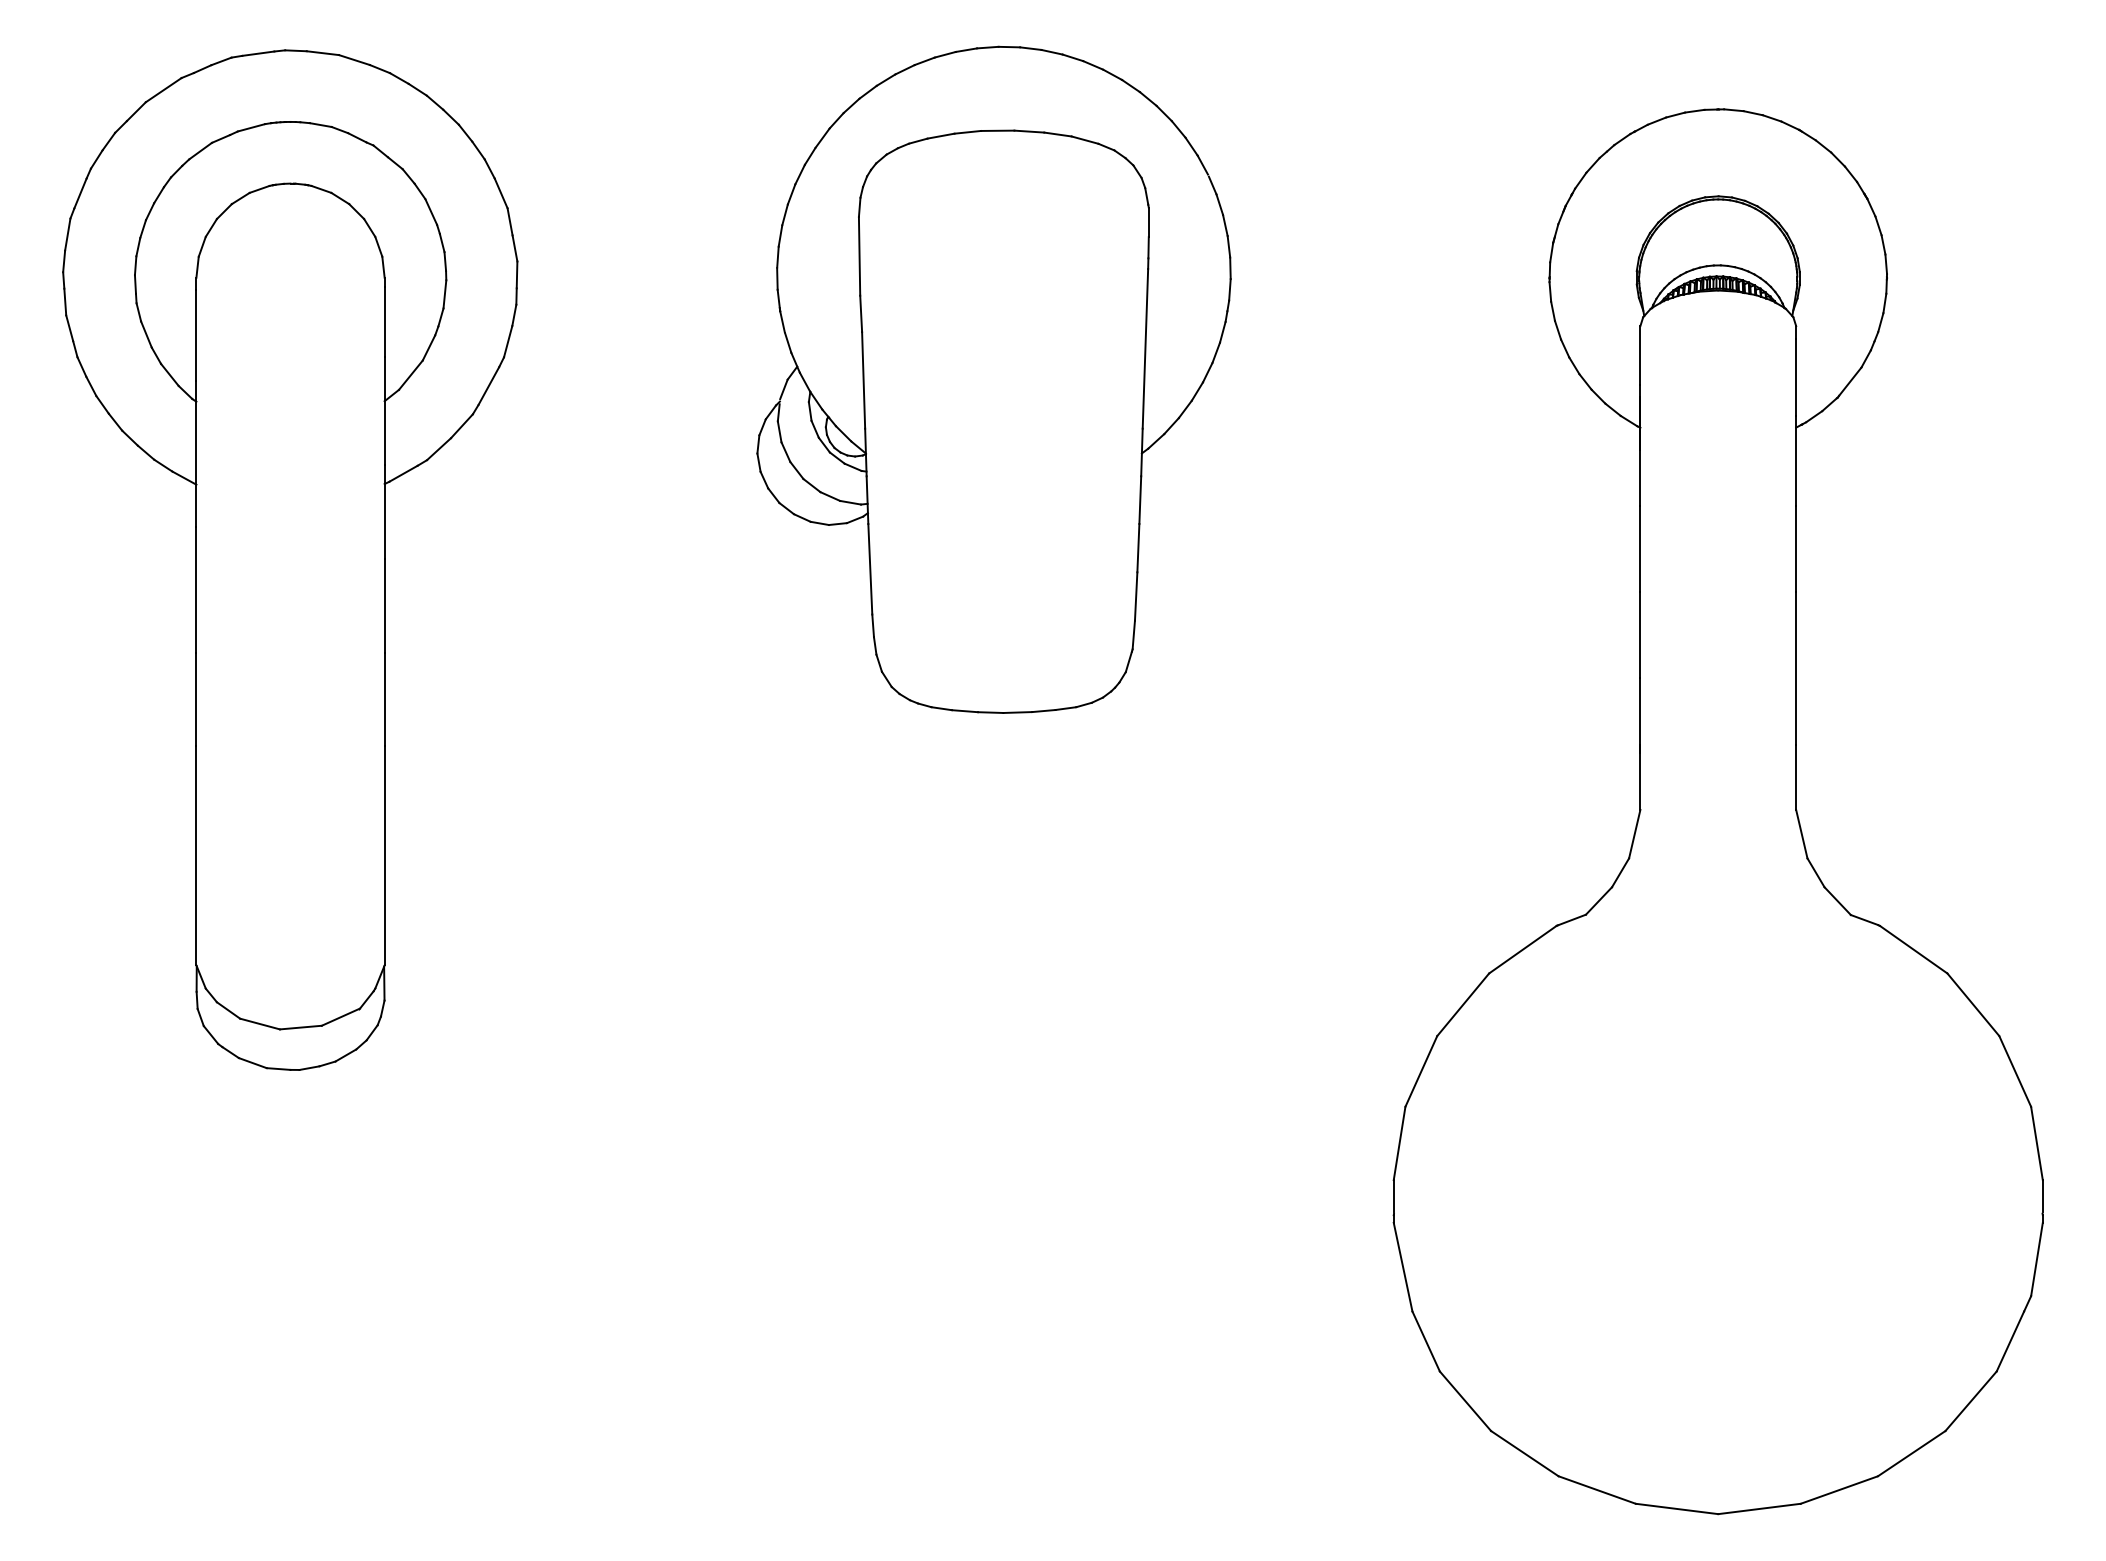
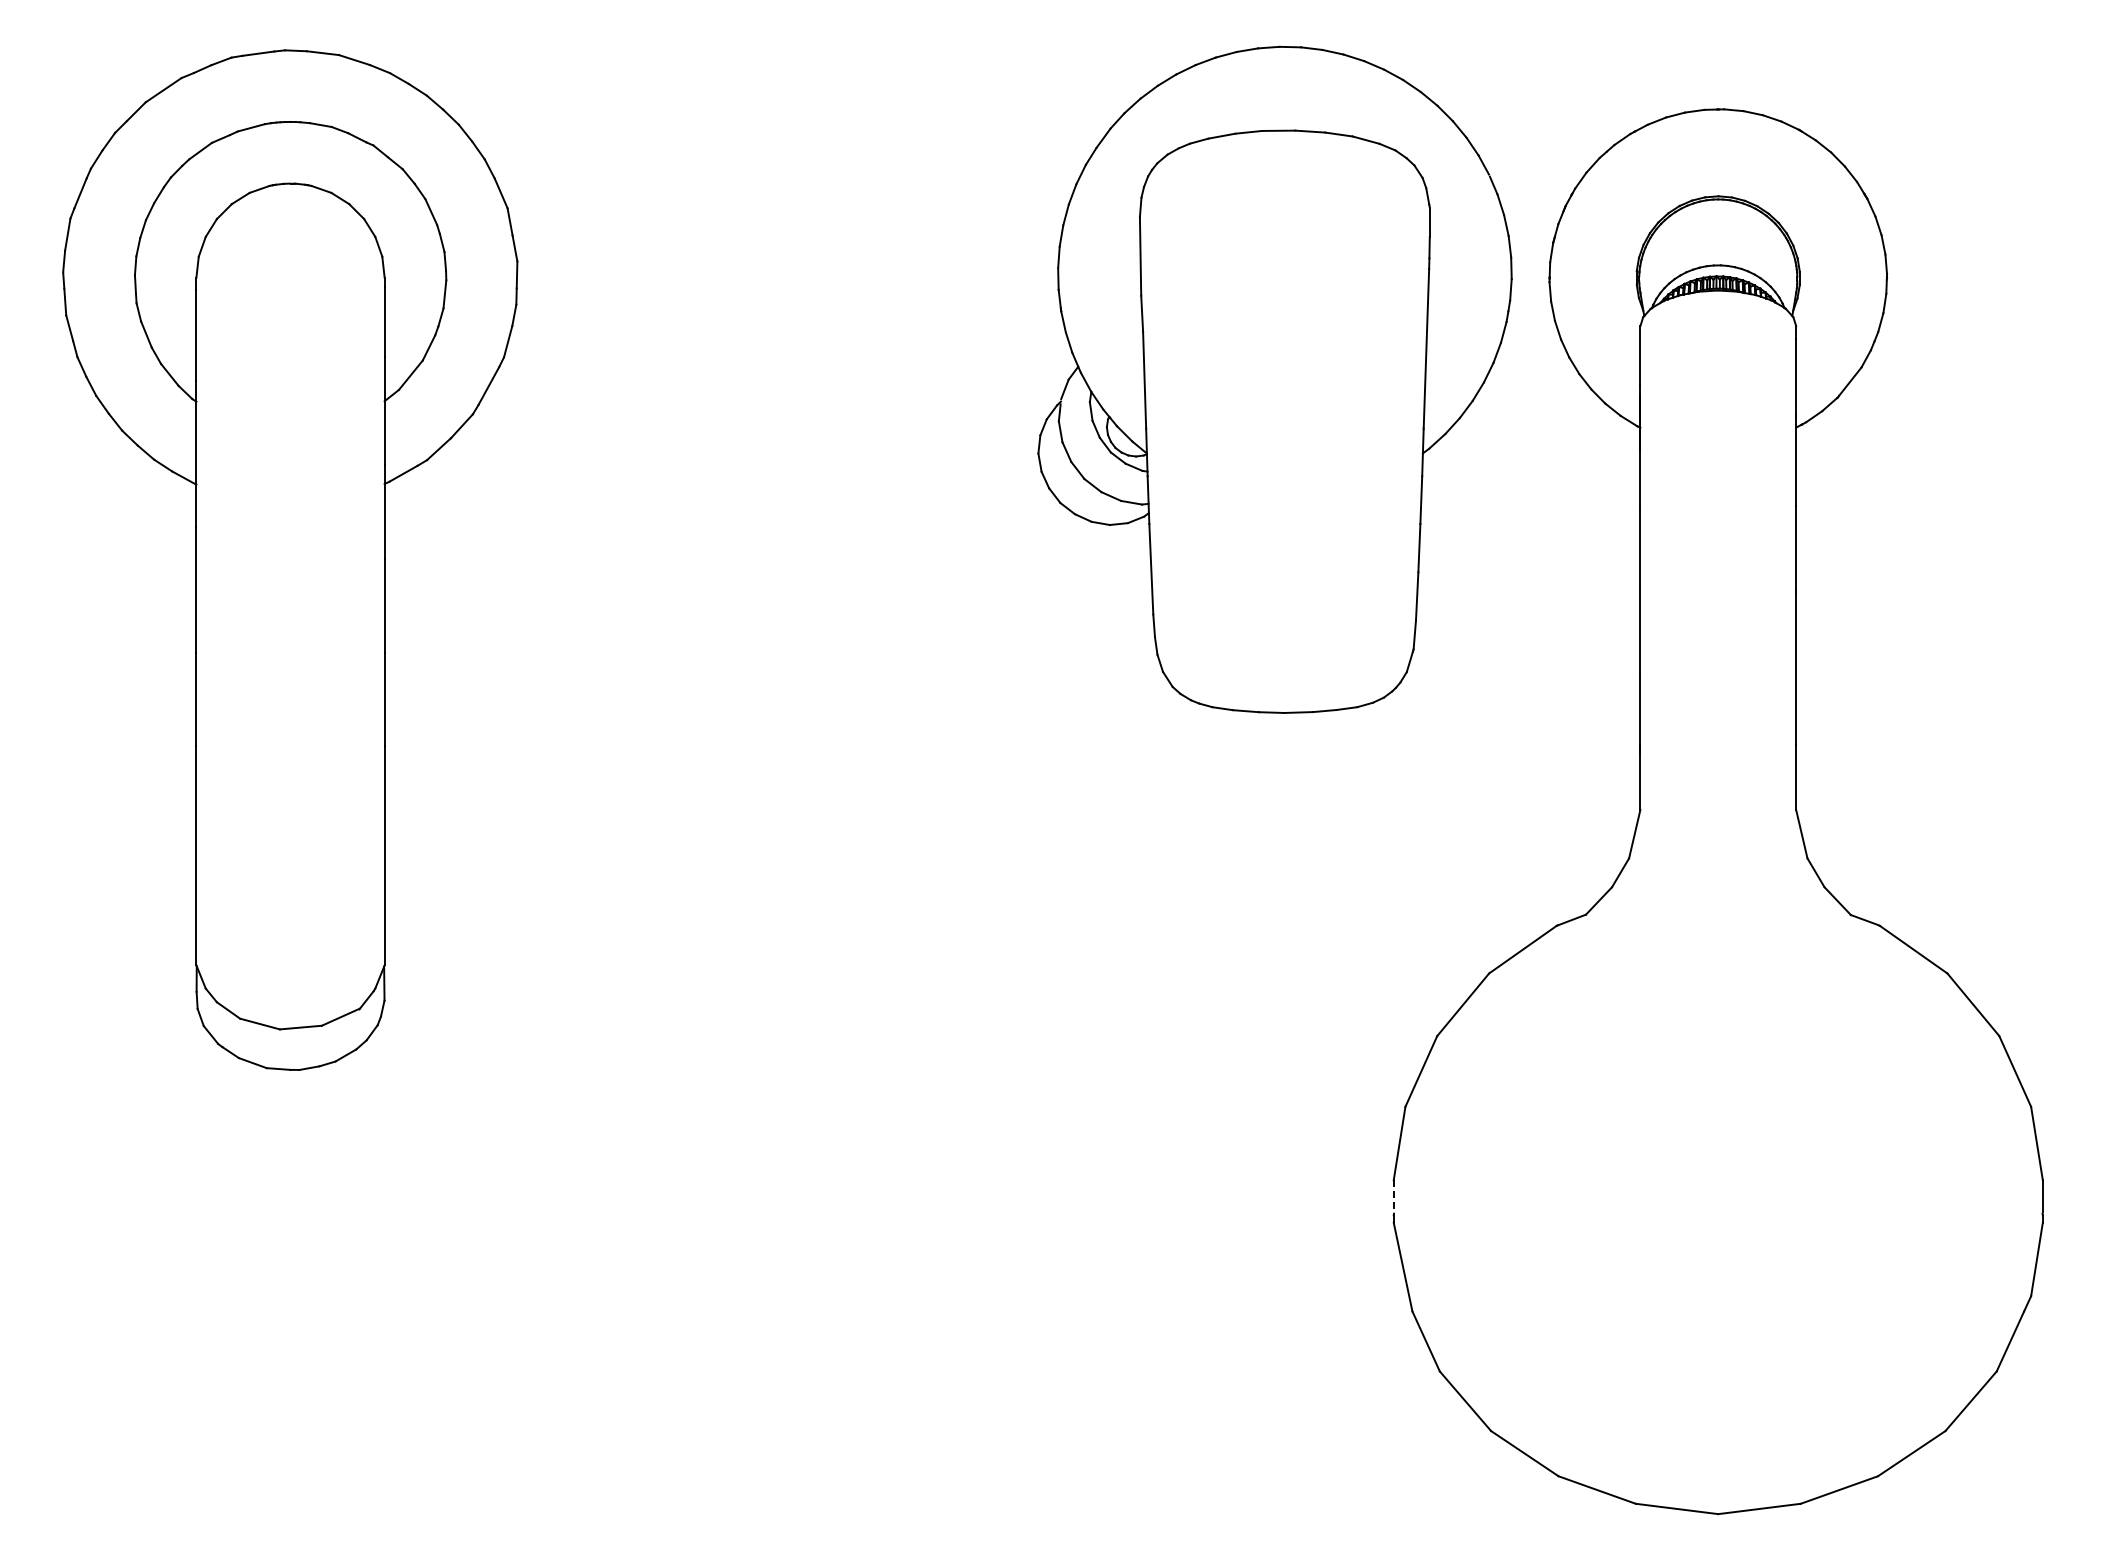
part at (993, 379) position: (993, 379) -> (1274, 379)
line at (1393, 1196): solid -> dashed
